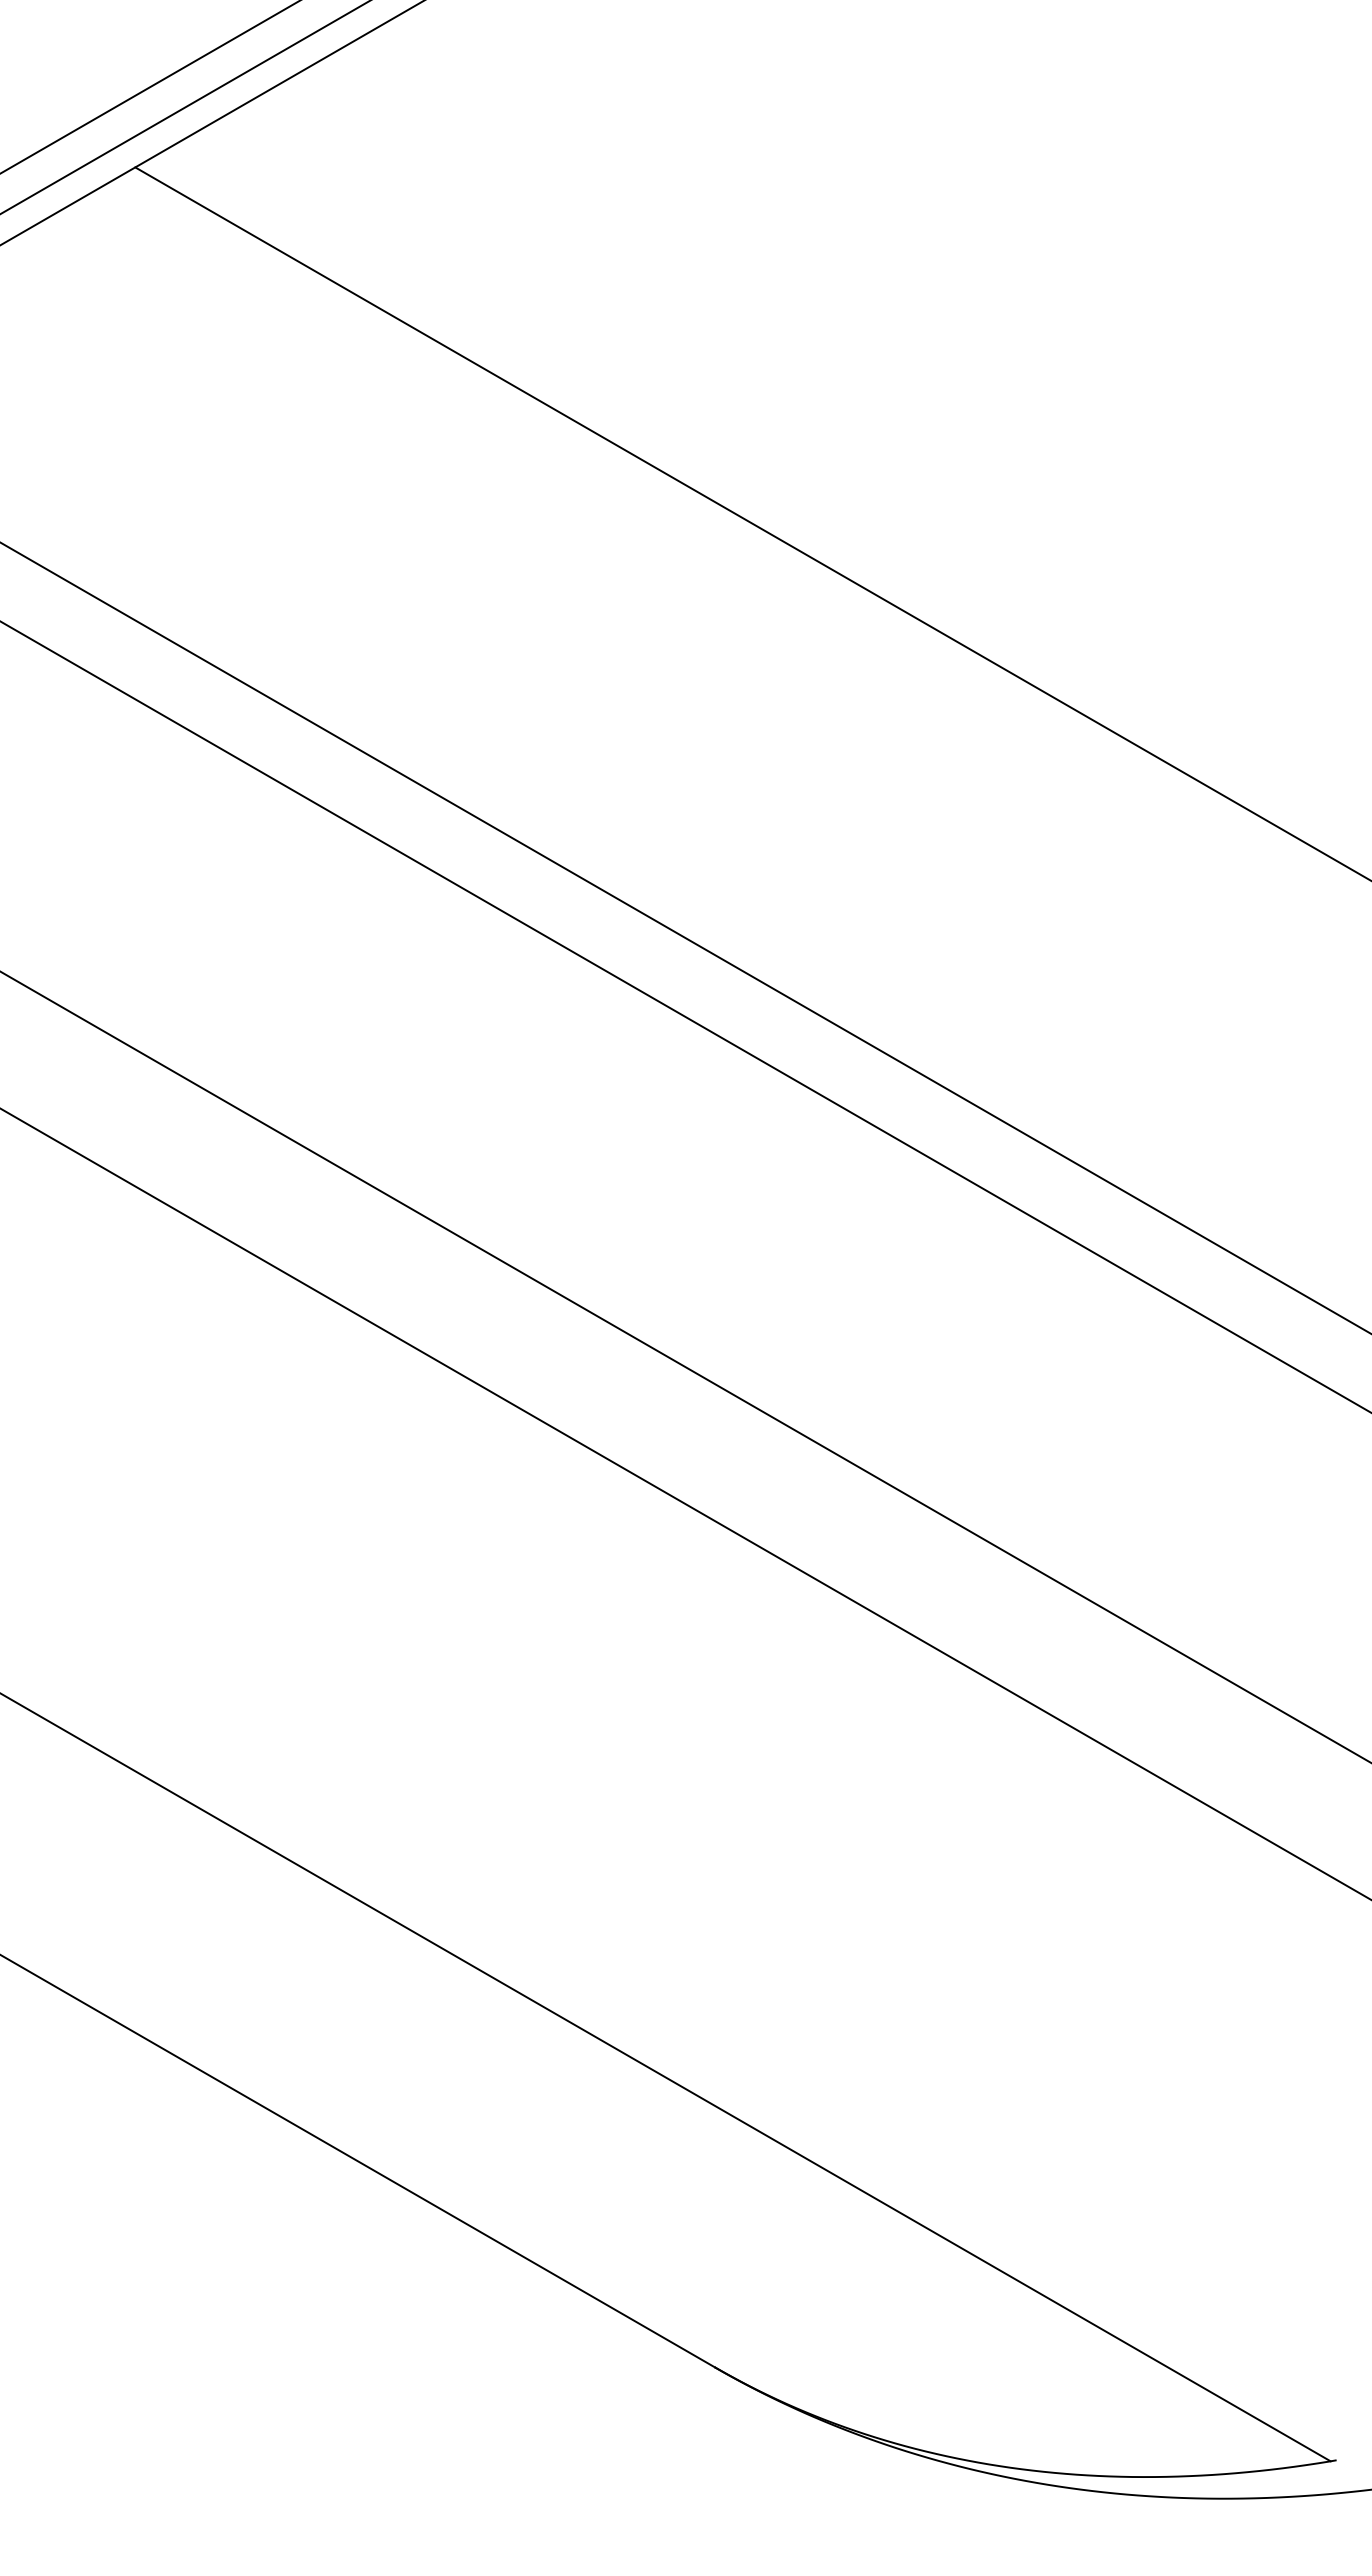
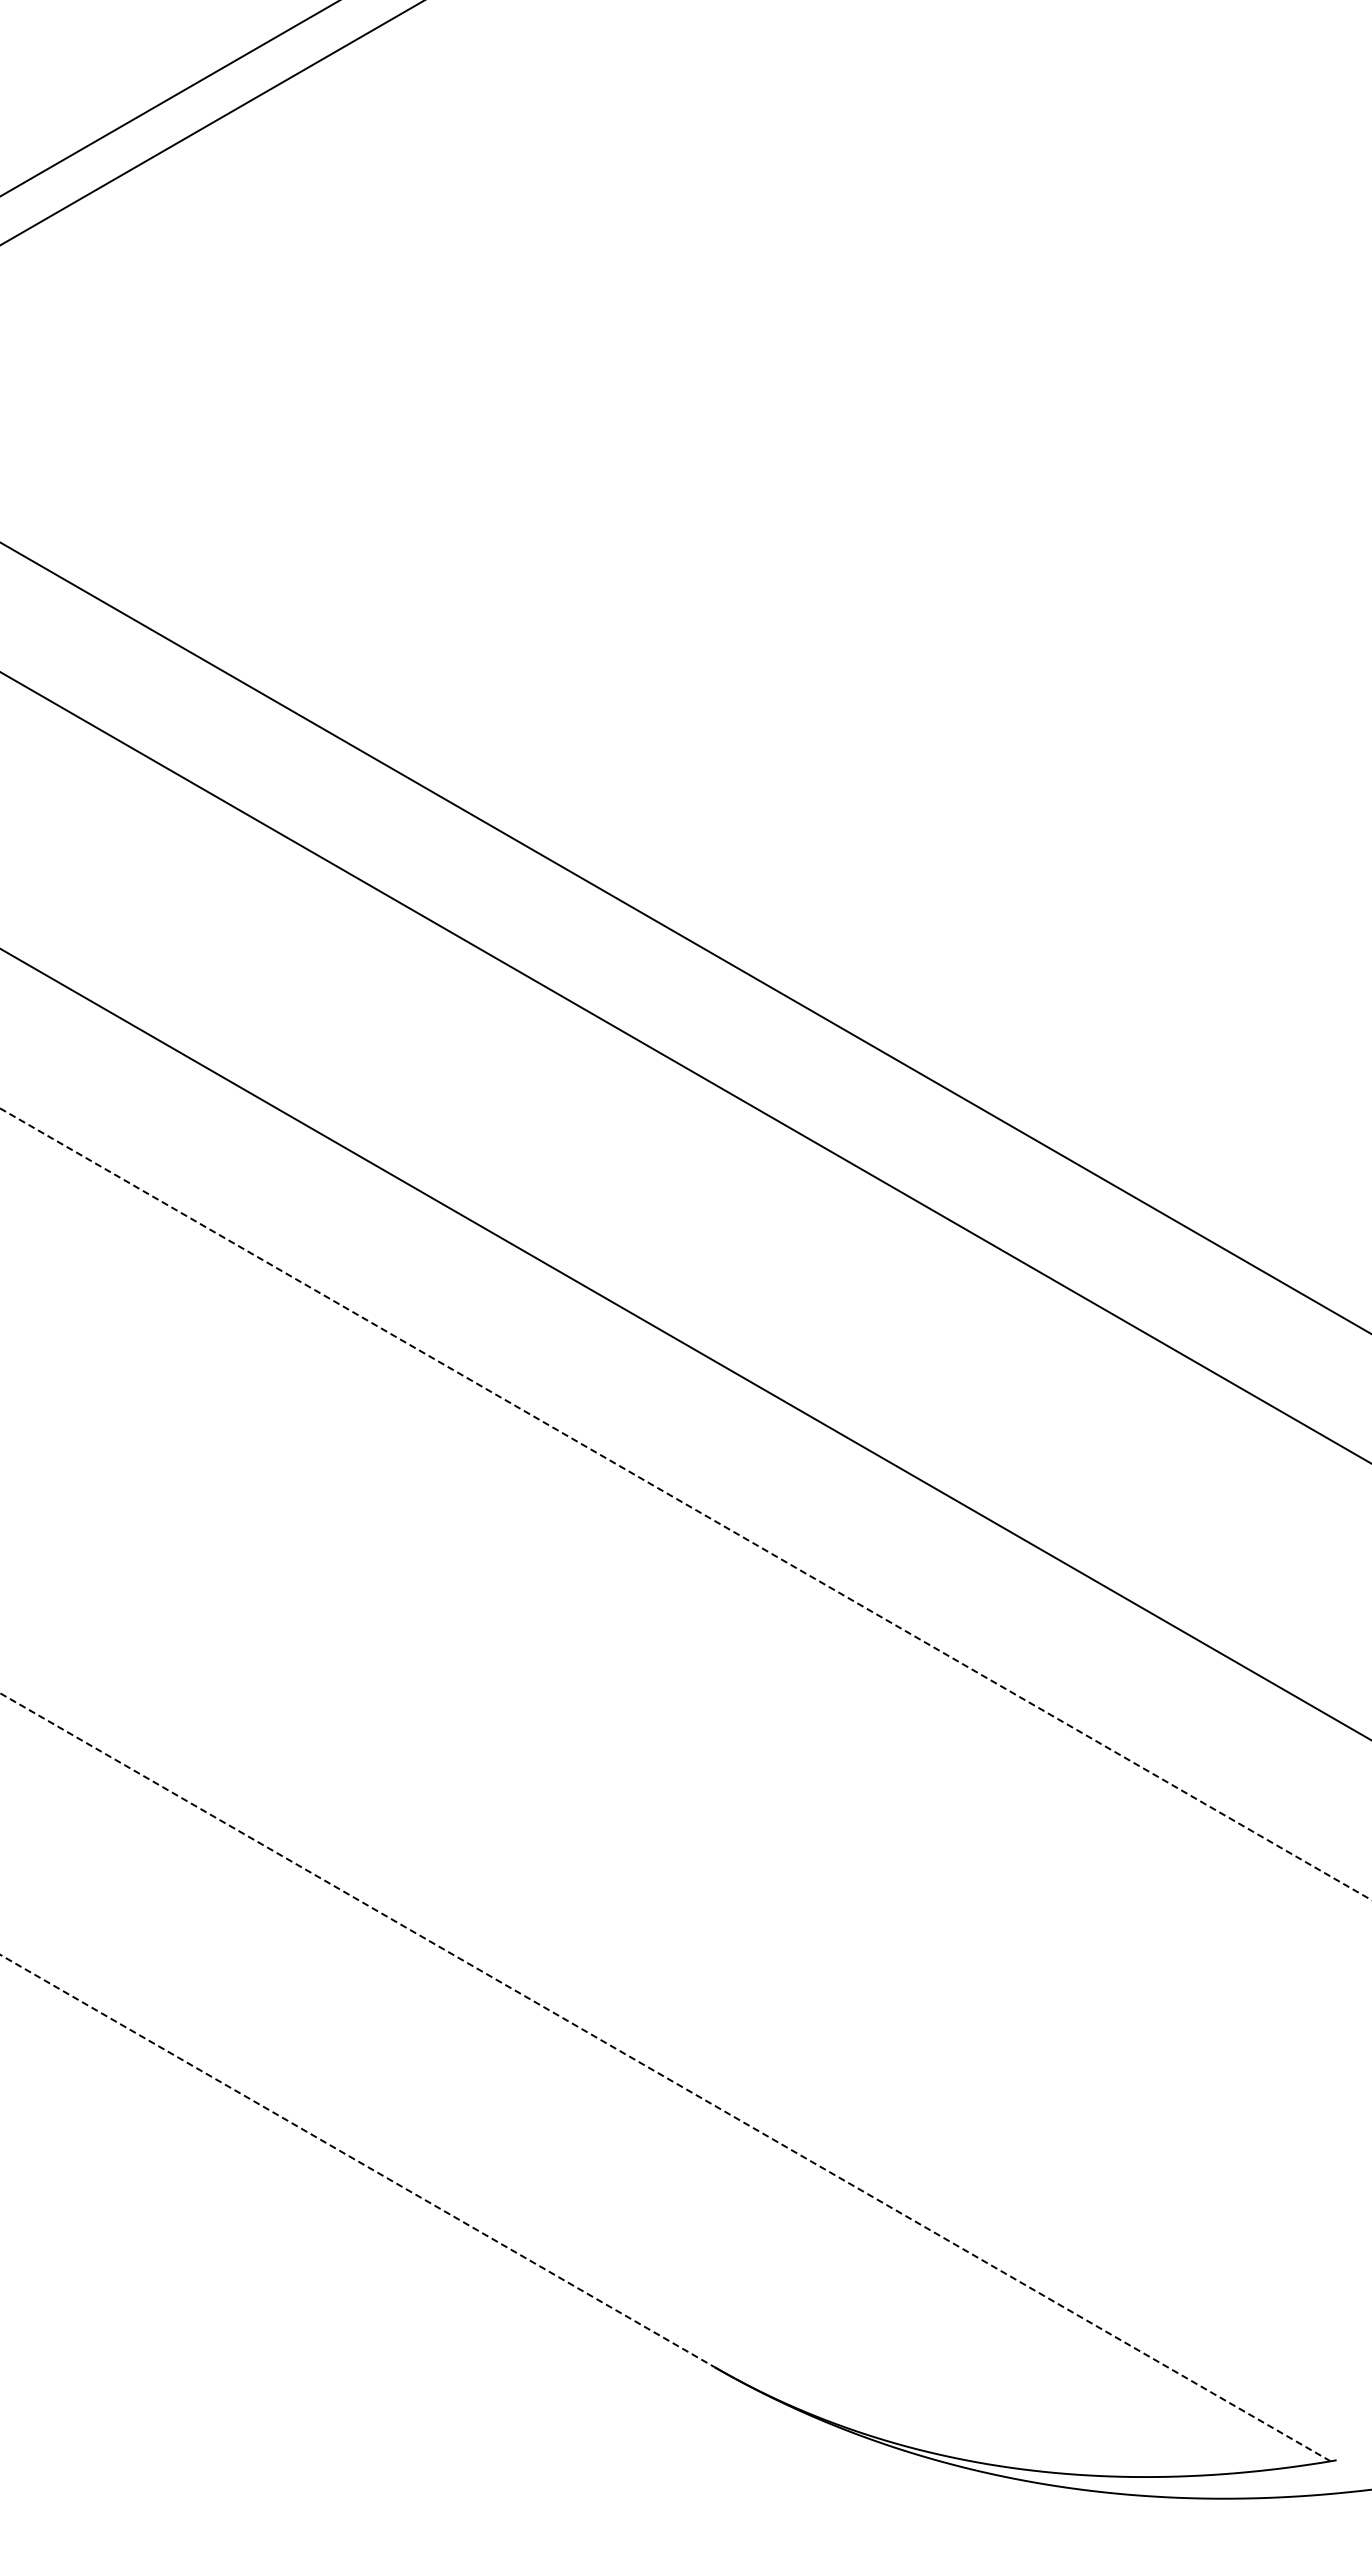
line at (149, 87) position: (149, 87) -> (169, 98)
line at (184, 107): present -> none
line at (751, 523): present -> none
line at (685, 1016) position: (685, 1016) -> (685, 1067)
line at (685, 1366) position: (685, 1366) -> (685, 1343)
line at (686, 1504): solid -> dashed
line at (665, 2077): solid -> dashed
line at (357, 2161): solid -> dashed
